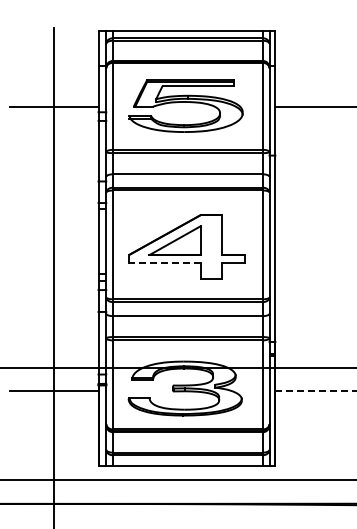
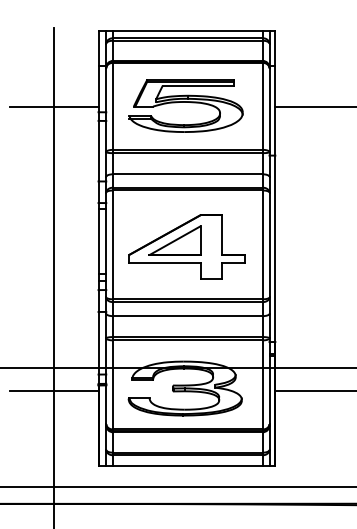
line at (165, 263): dashed -> solid
line at (316, 391): dashed -> solid
line at (177, 479) position: (177, 479) -> (177, 486)
